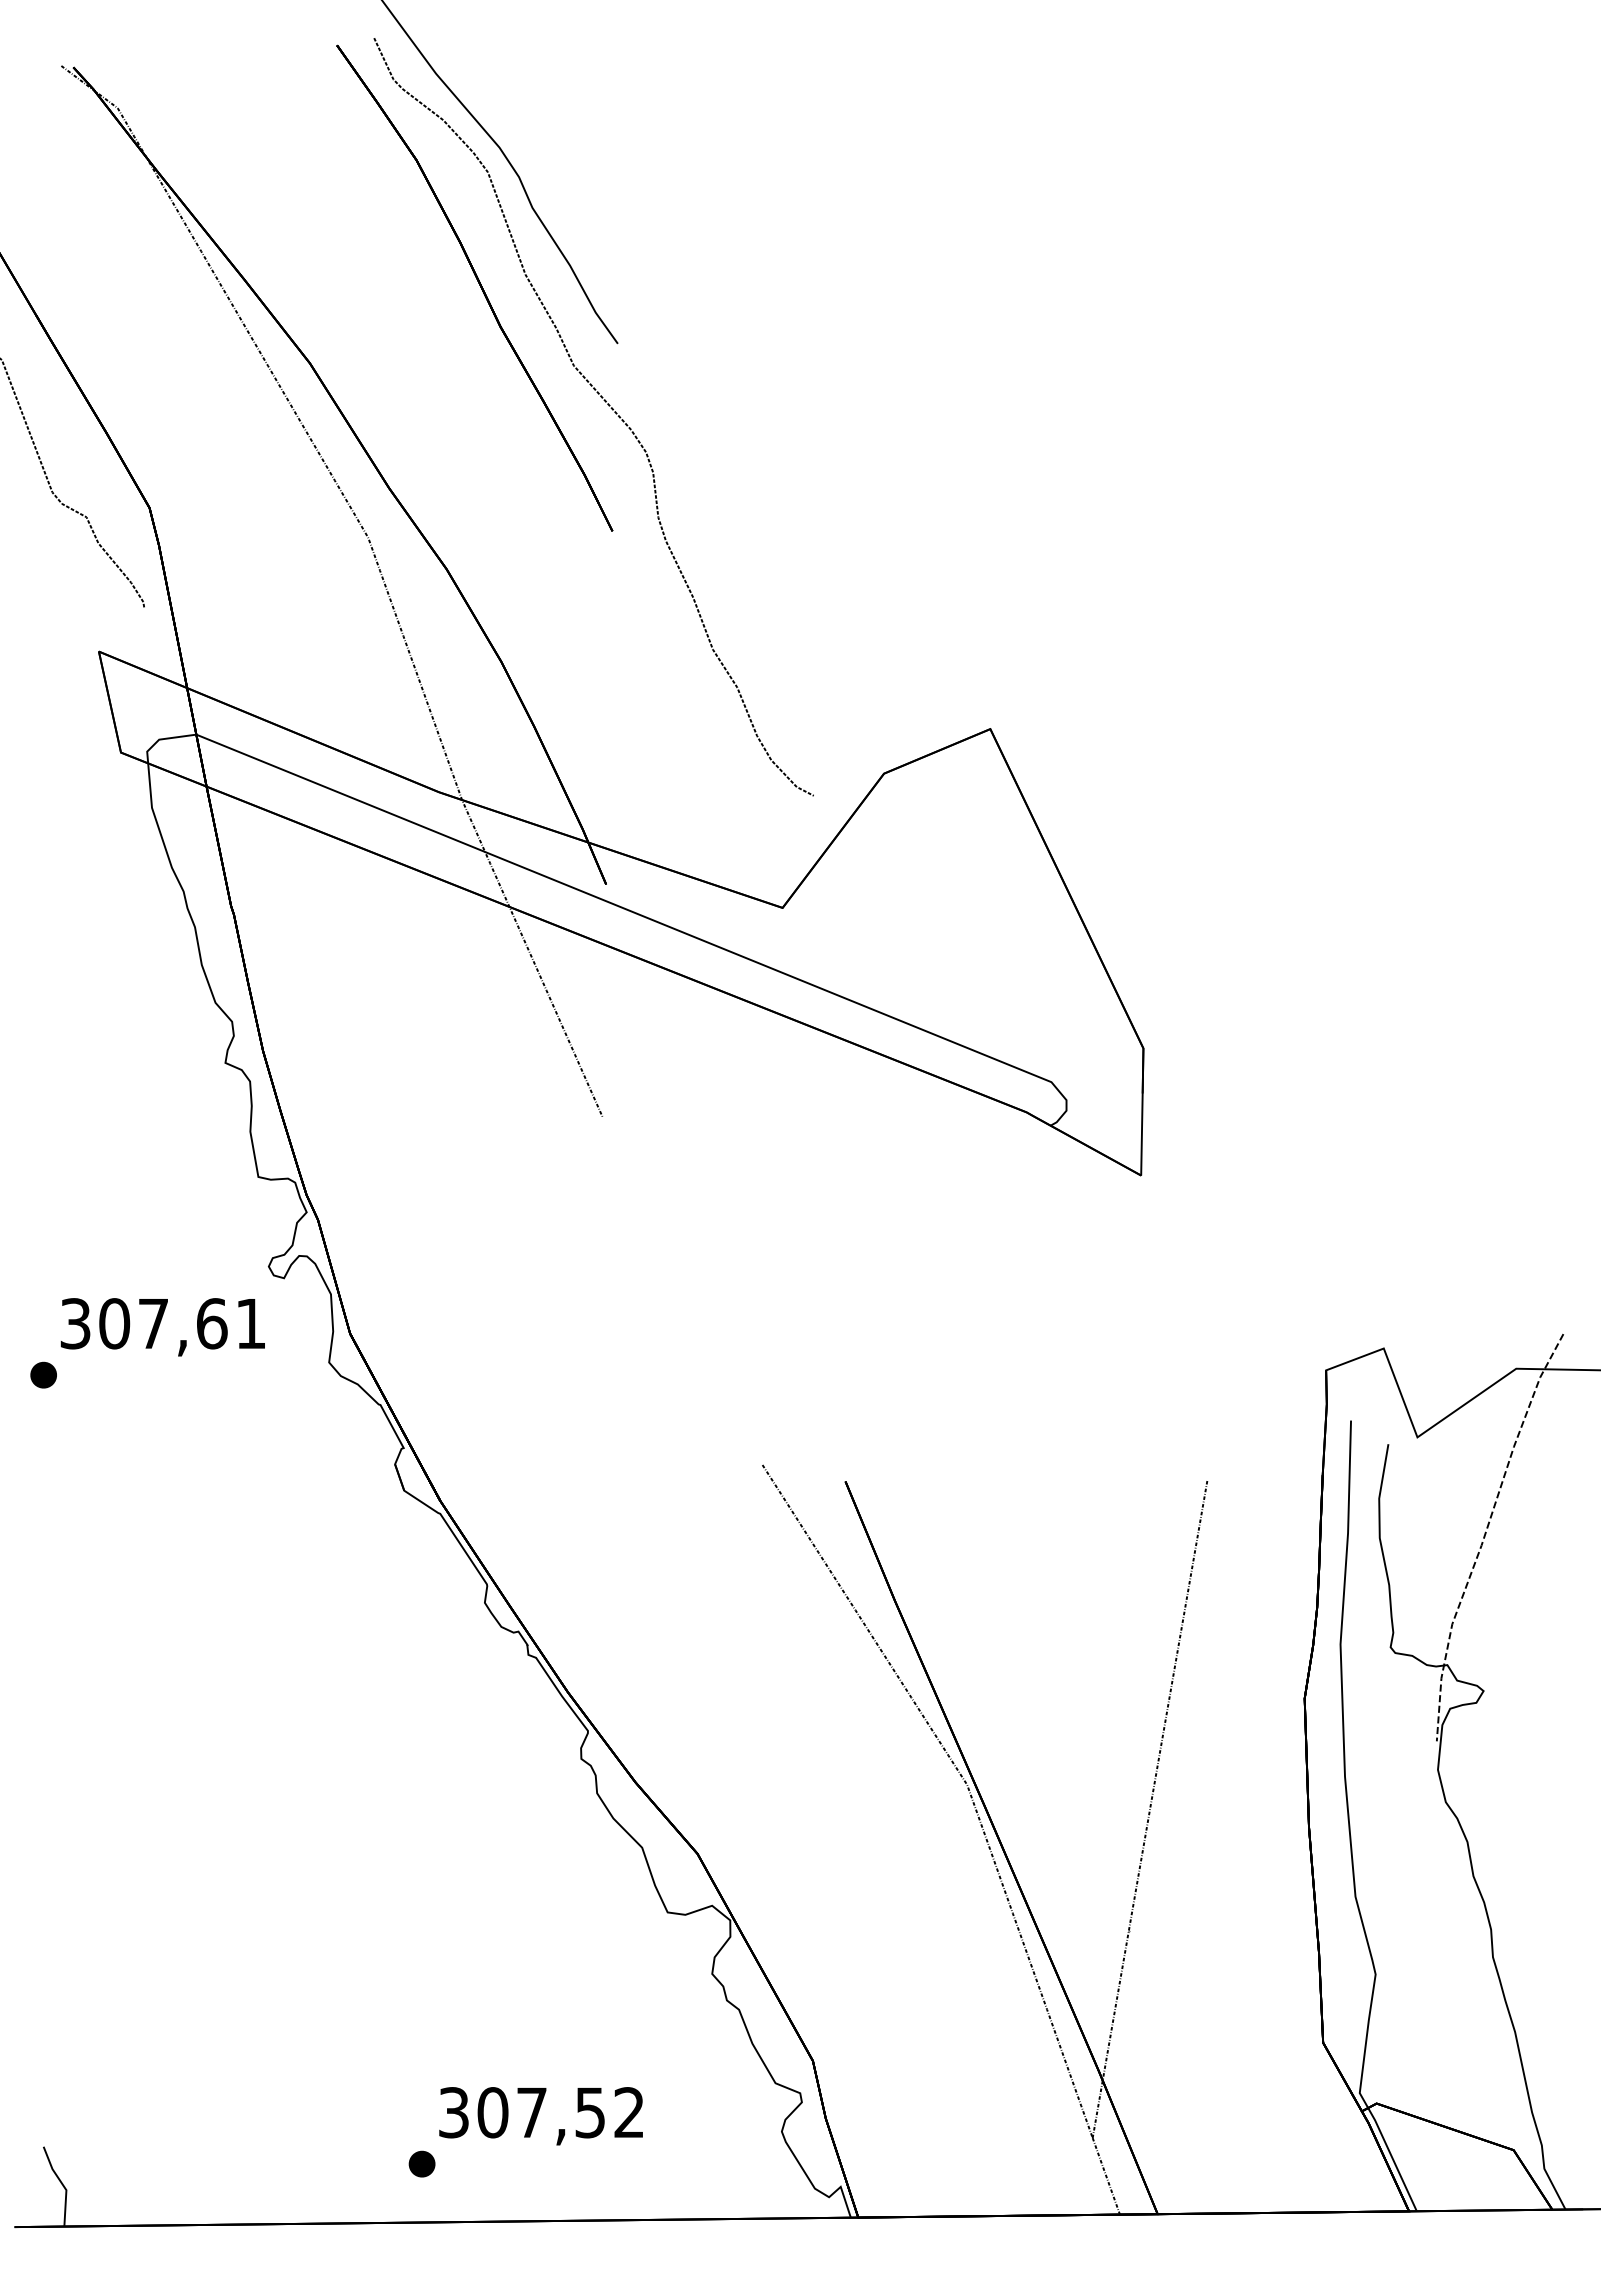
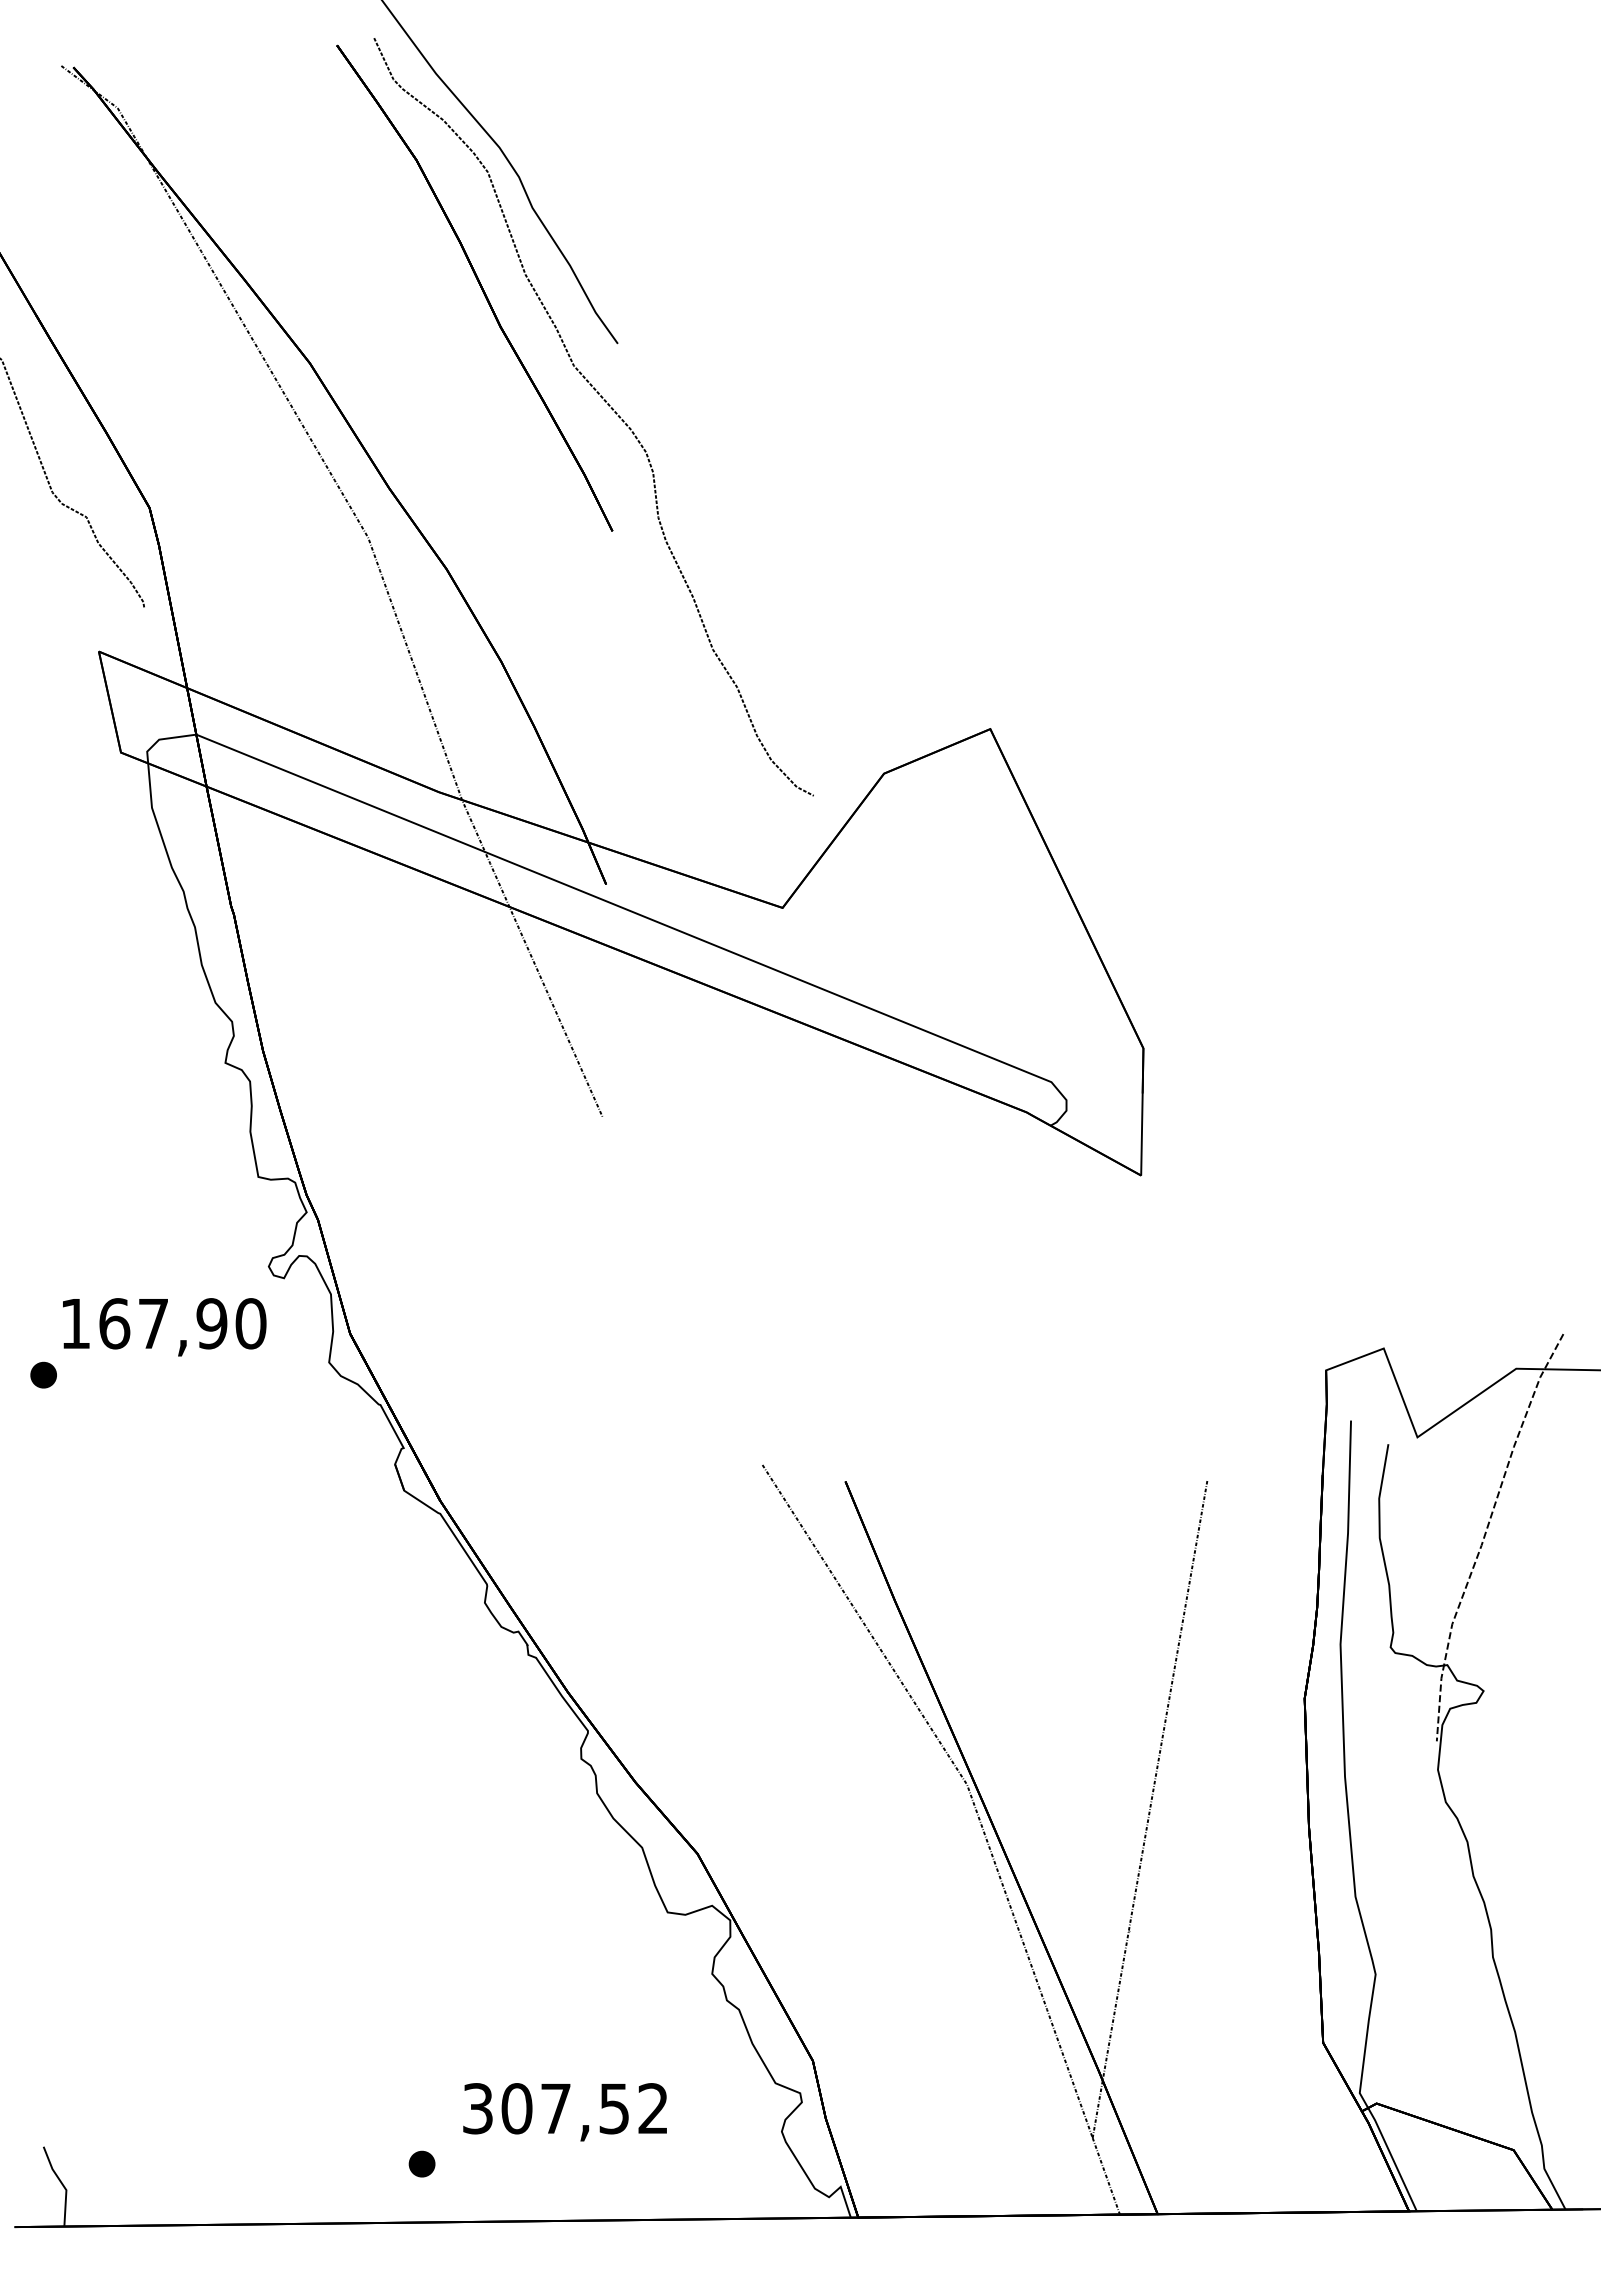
text at (163, 1323): 307,61 -> 167,90
text at (540, 2116) position: (540, 2116) -> (564, 2112)
